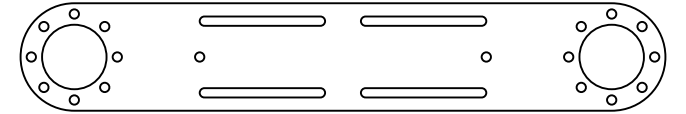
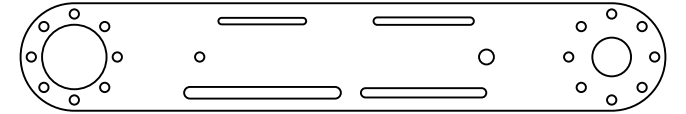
part at (261, 20) size: 128x12 px -> 90x9 px
part at (423, 20) size: 128x12 px -> 103x10 px
circle at (485, 56) size: 12x12 px -> 17x18 px
circle at (611, 56) diameter: 64 px -> 39 px
part at (261, 92) size: 128x12 px -> 159x14 px
